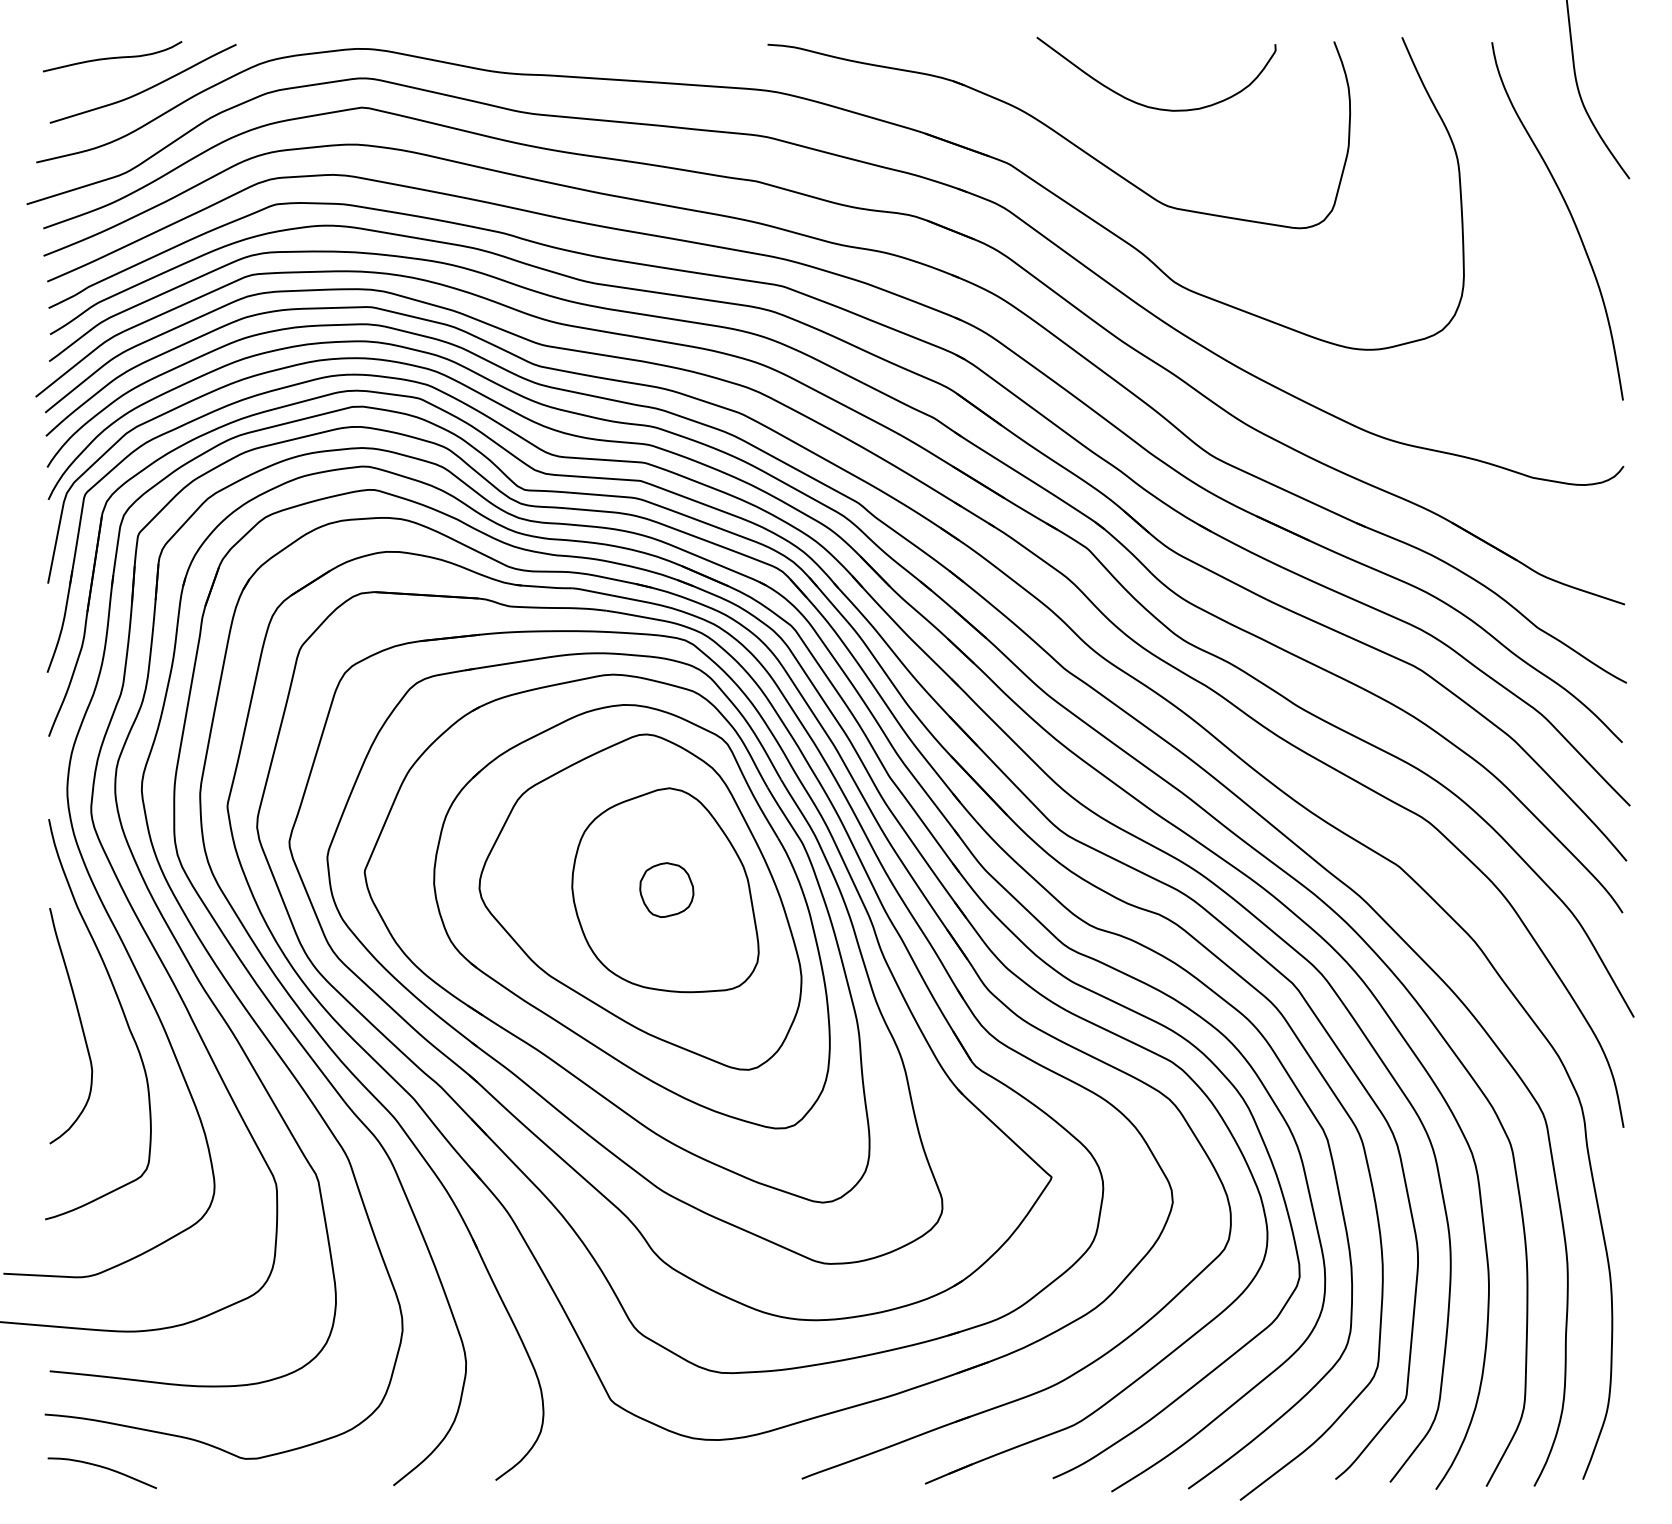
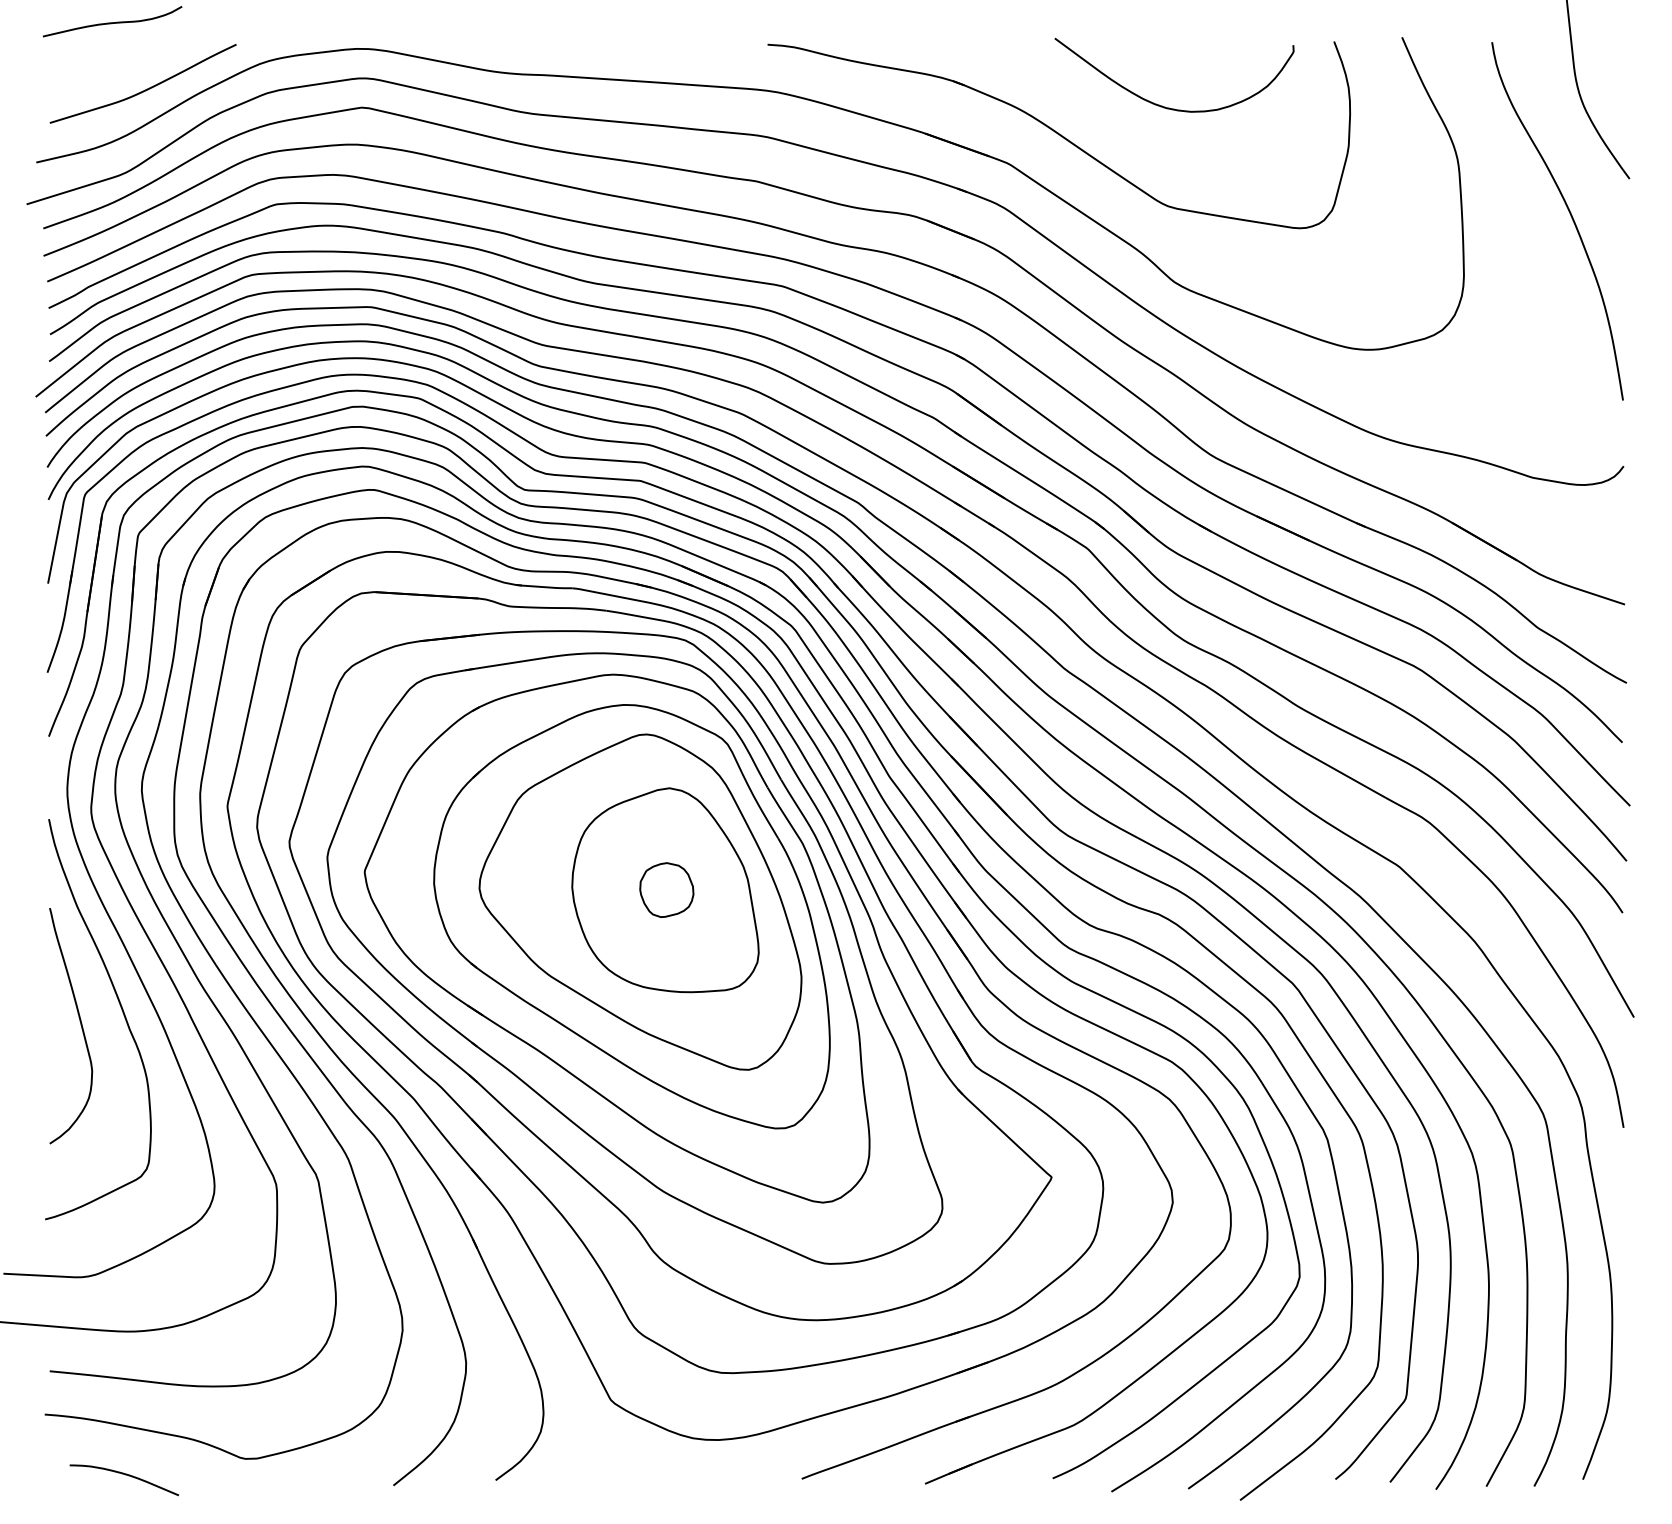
curve at (112, 57) position: (112, 57) -> (112, 22)
curve at (1144, 104) position: (1144, 104) -> (1162, 105)
curve at (103, 1468) position: (103, 1468) -> (125, 1475)
